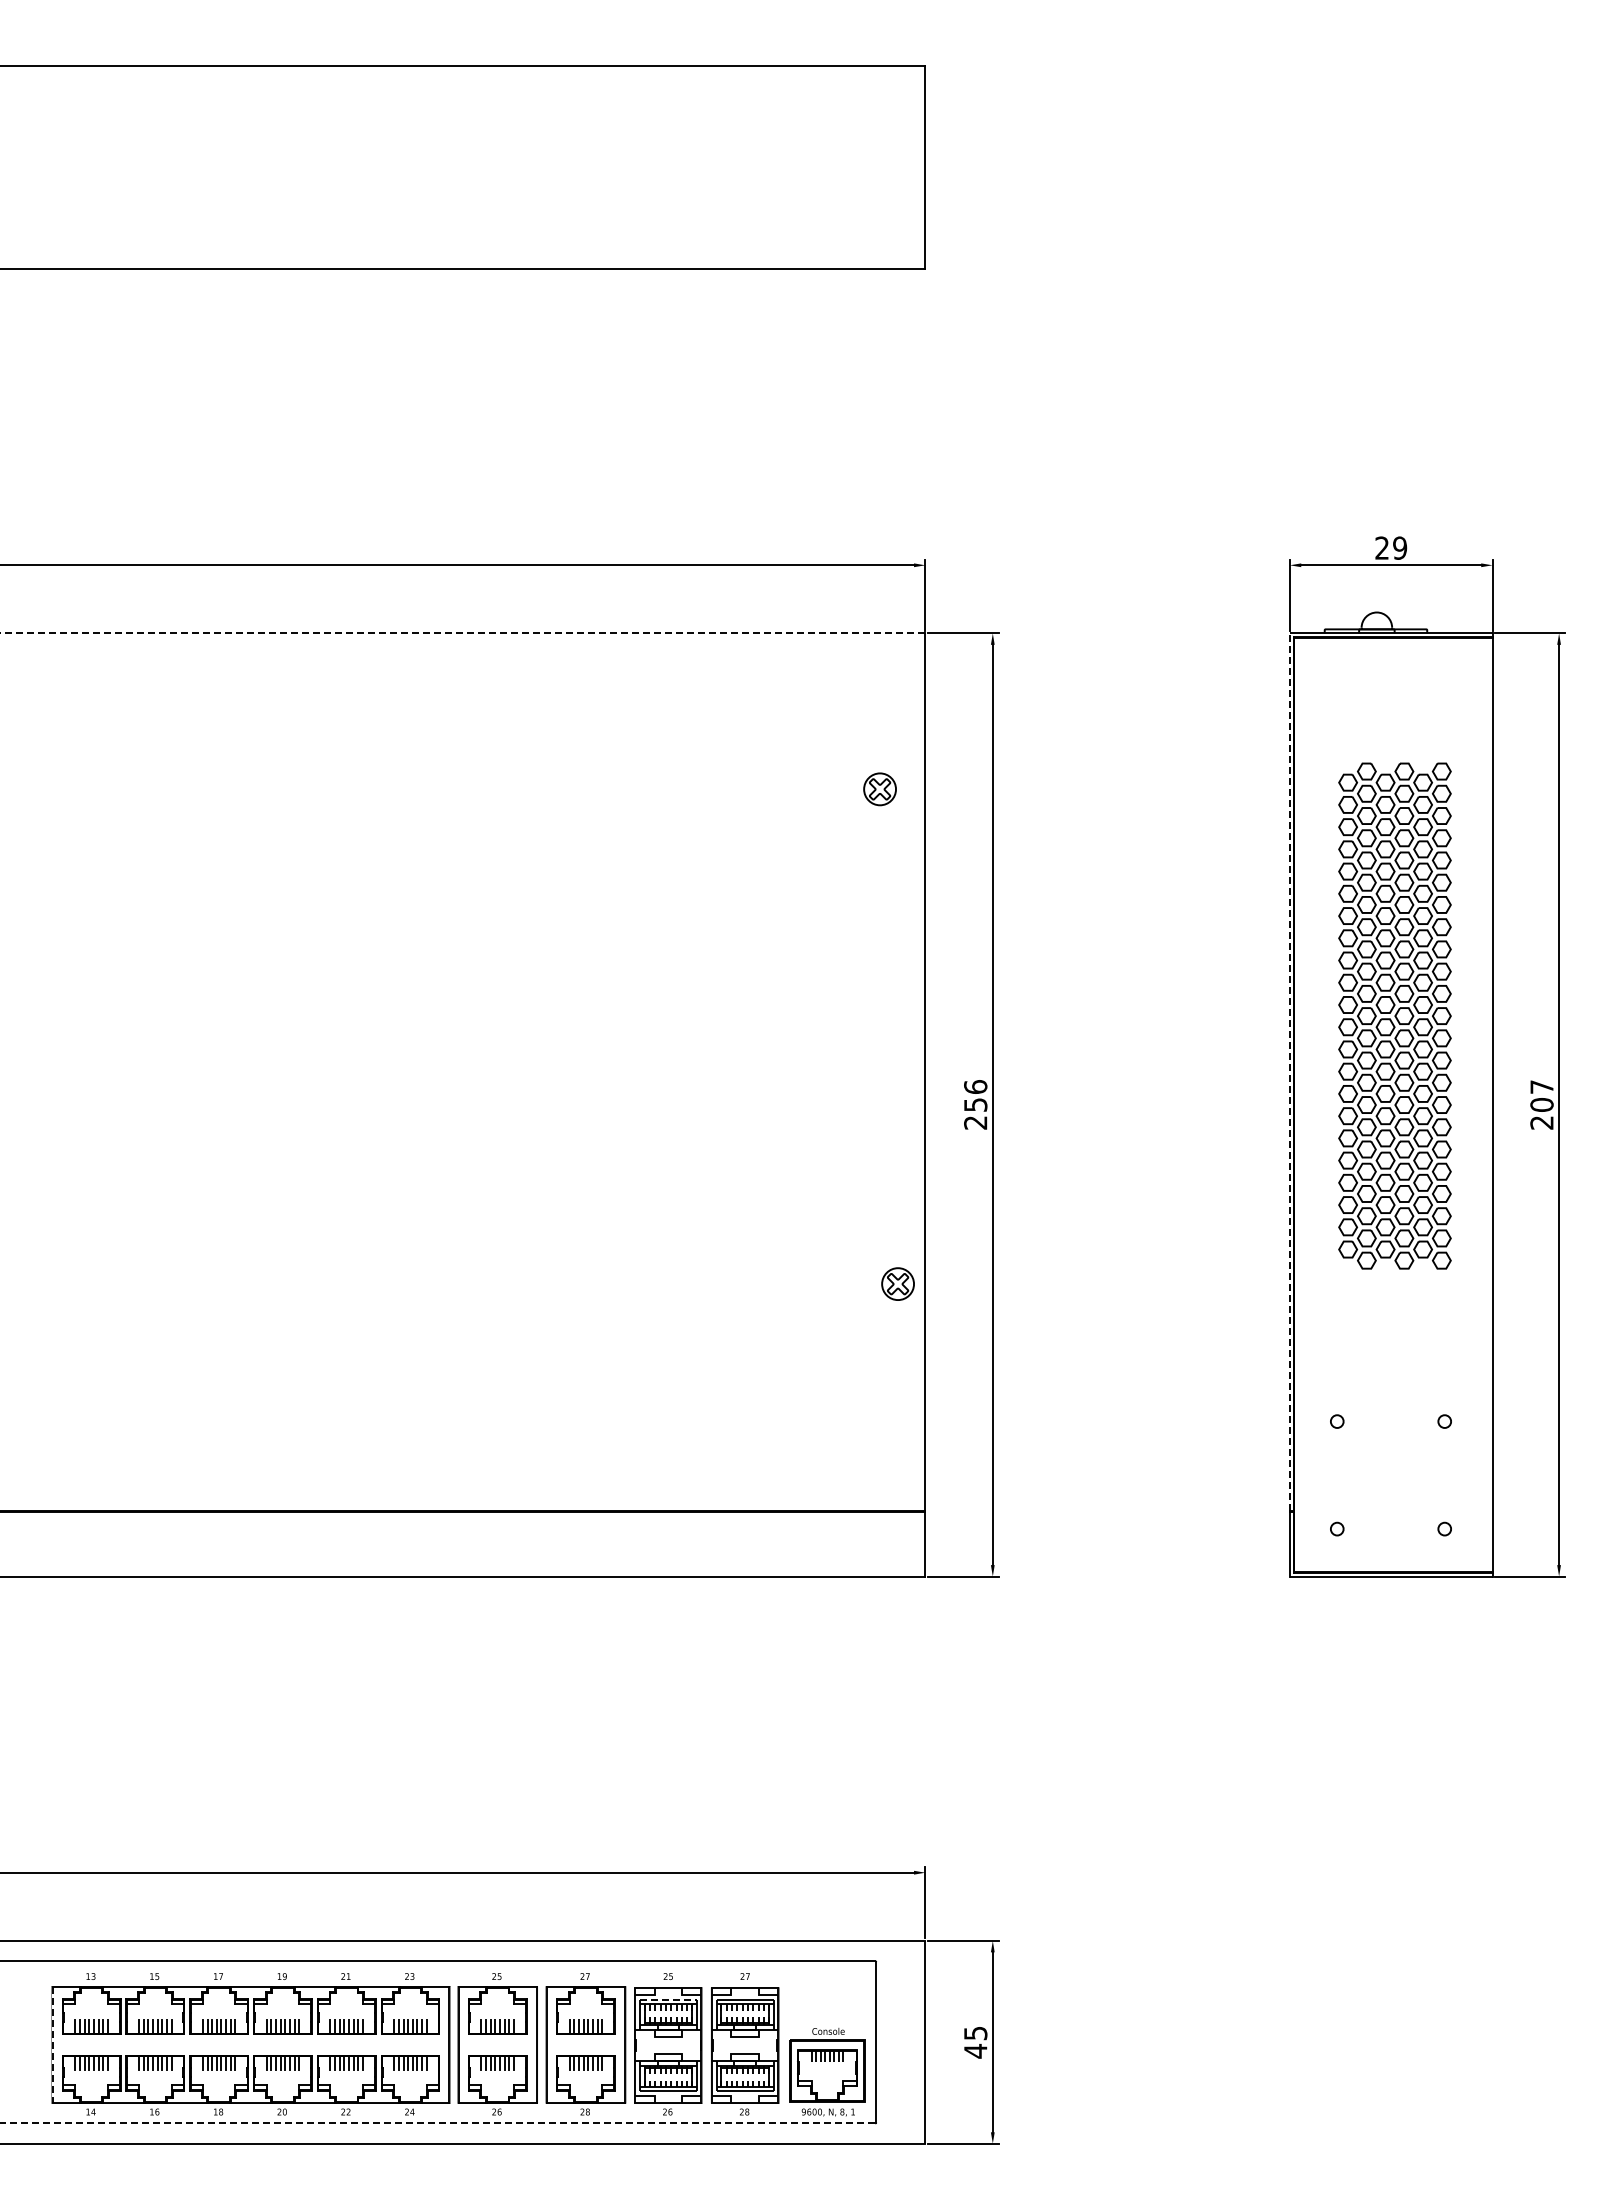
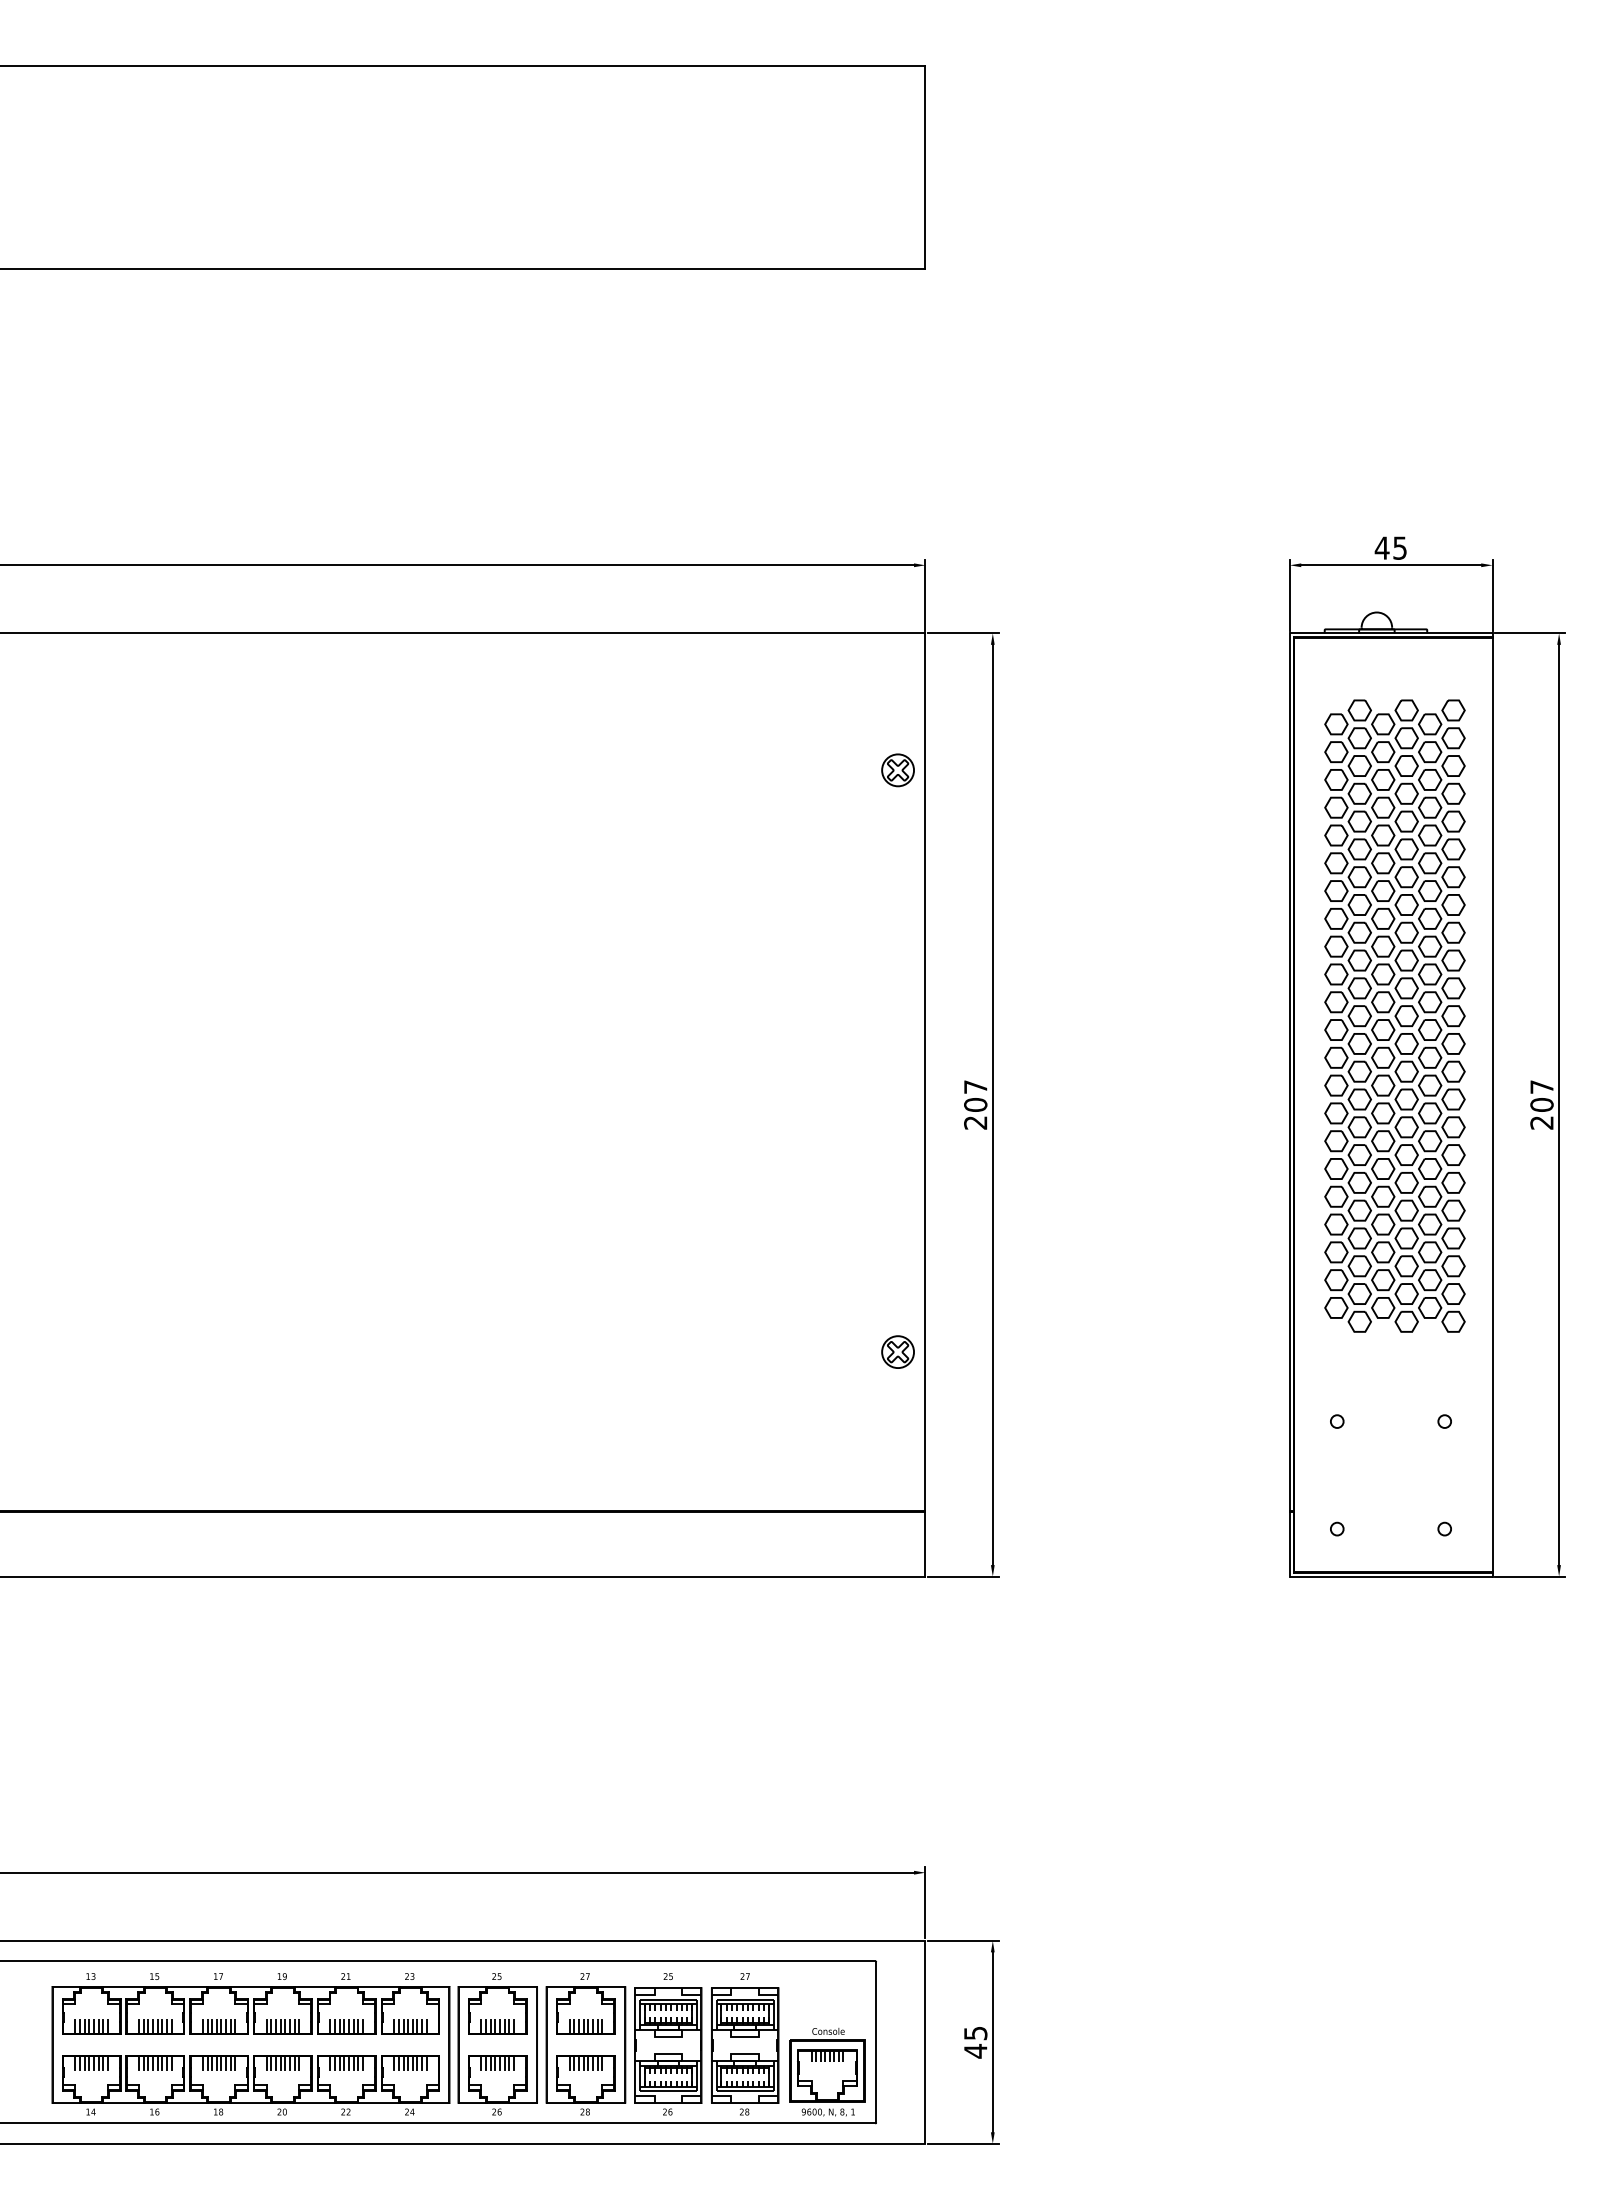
text at (1390, 547): 29 -> 45
line at (462, 633): dashed -> solid
part at (879, 789) position: (879, 789) -> (897, 770)
part at (1394, 1015) size: 114x508 px -> 142x634 px
line at (1289, 1072): dashed -> solid
text at (975, 1095): 256 -> 207
part at (897, 1283) position: (897, 1283) -> (897, 1351)
line at (668, 1999): dashed -> solid
line at (52, 2045): dashed -> solid
line at (437, 2123): dashed -> solid
